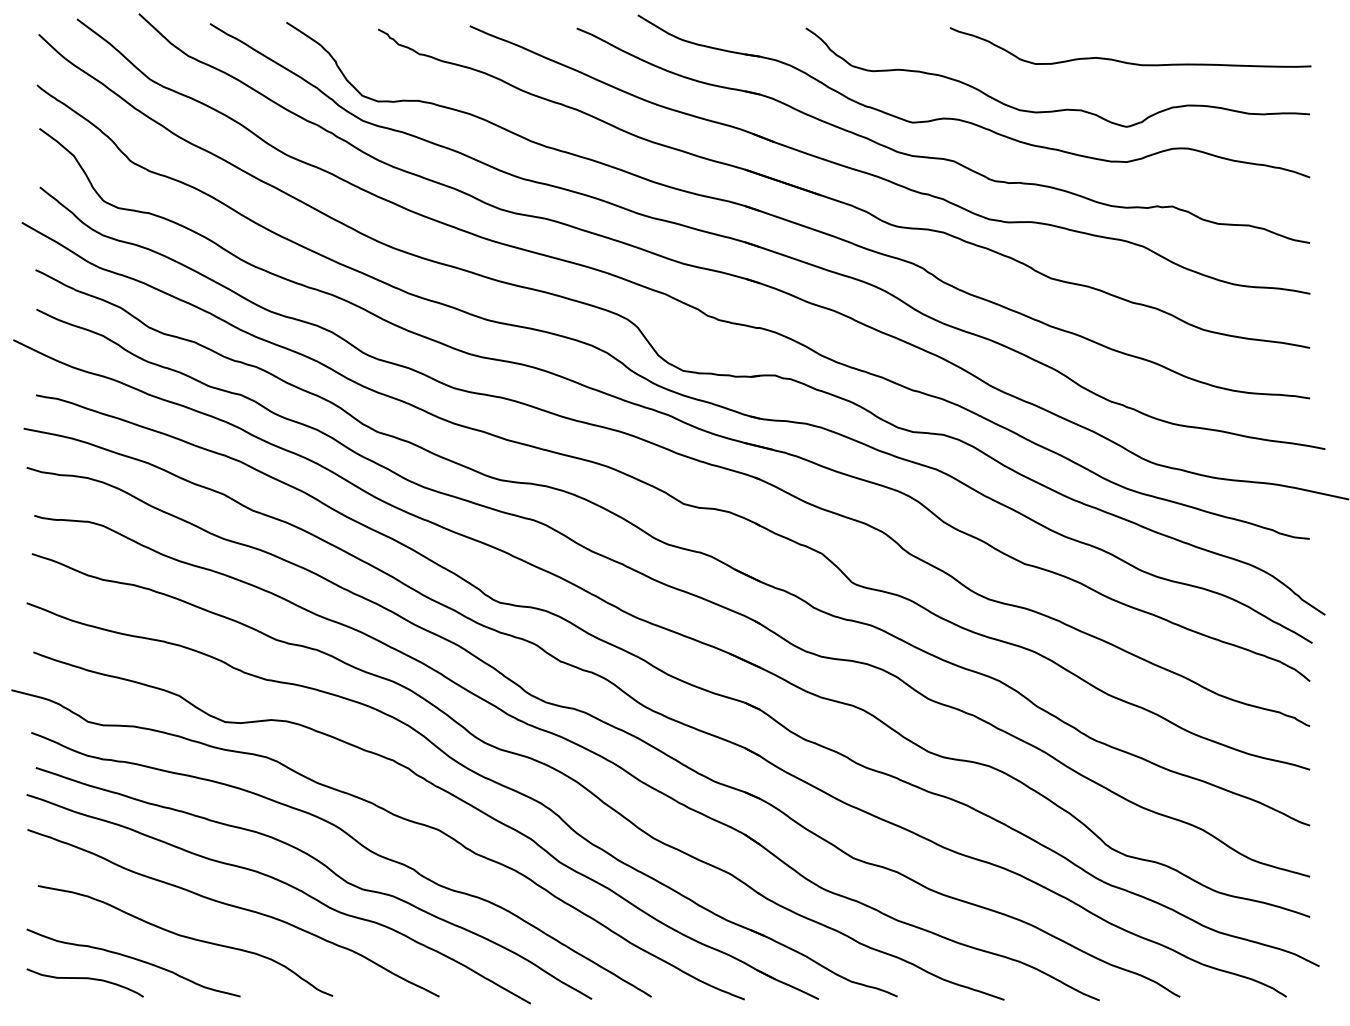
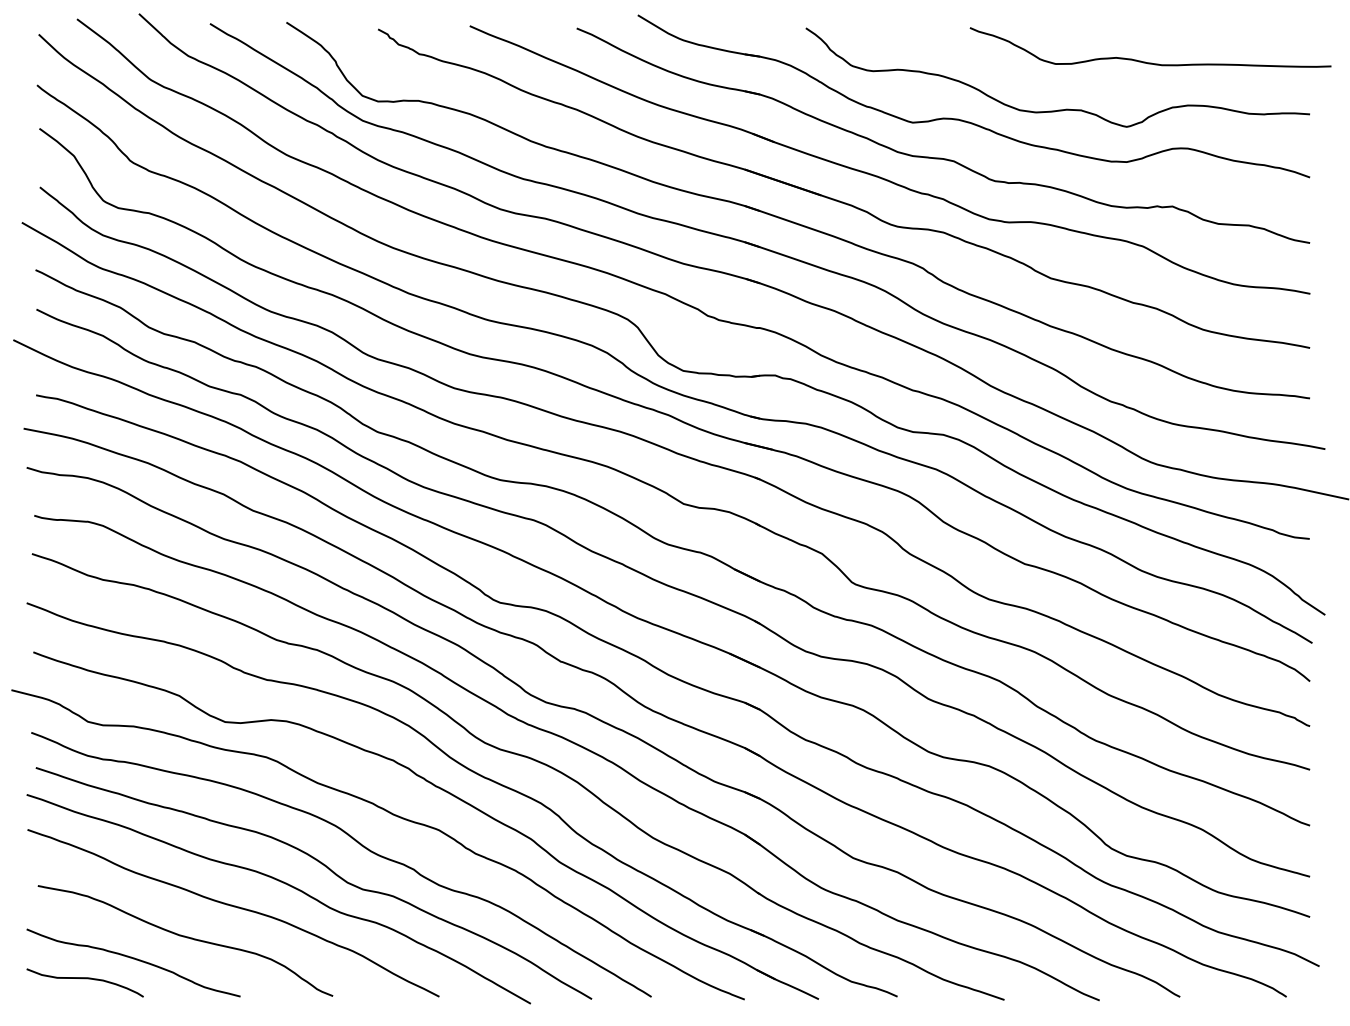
curve at (1125, 61) position: (1125, 61) -> (1145, 61)
